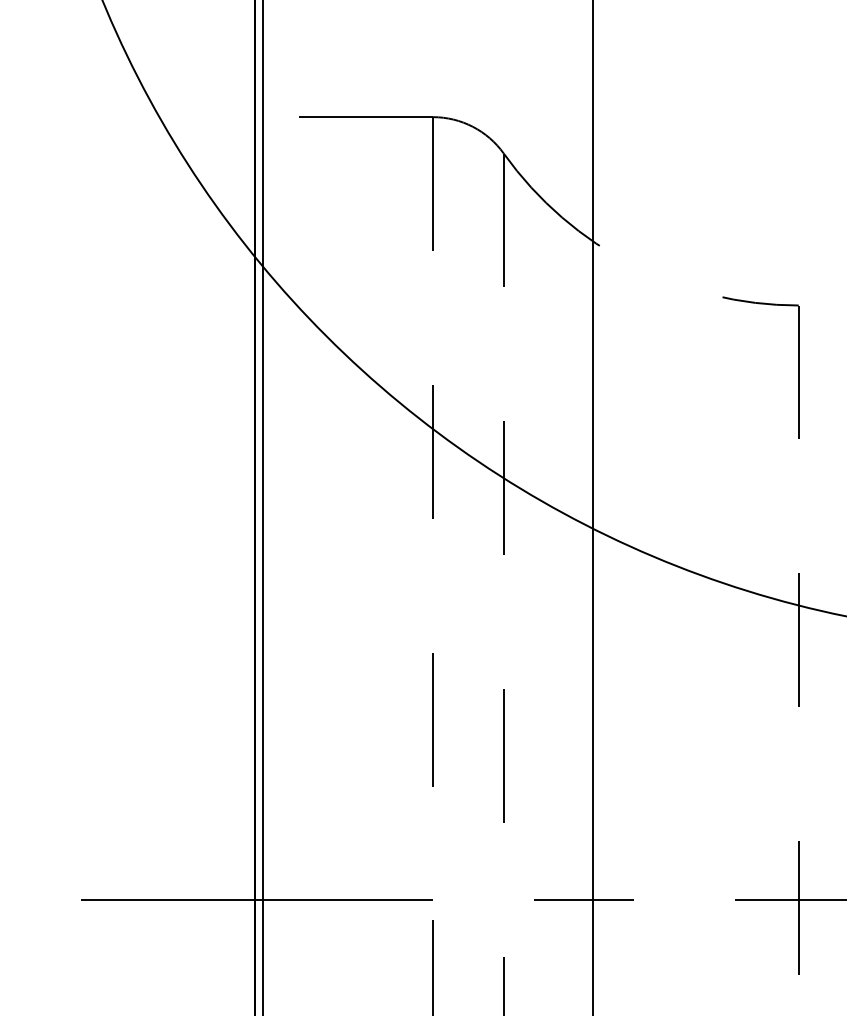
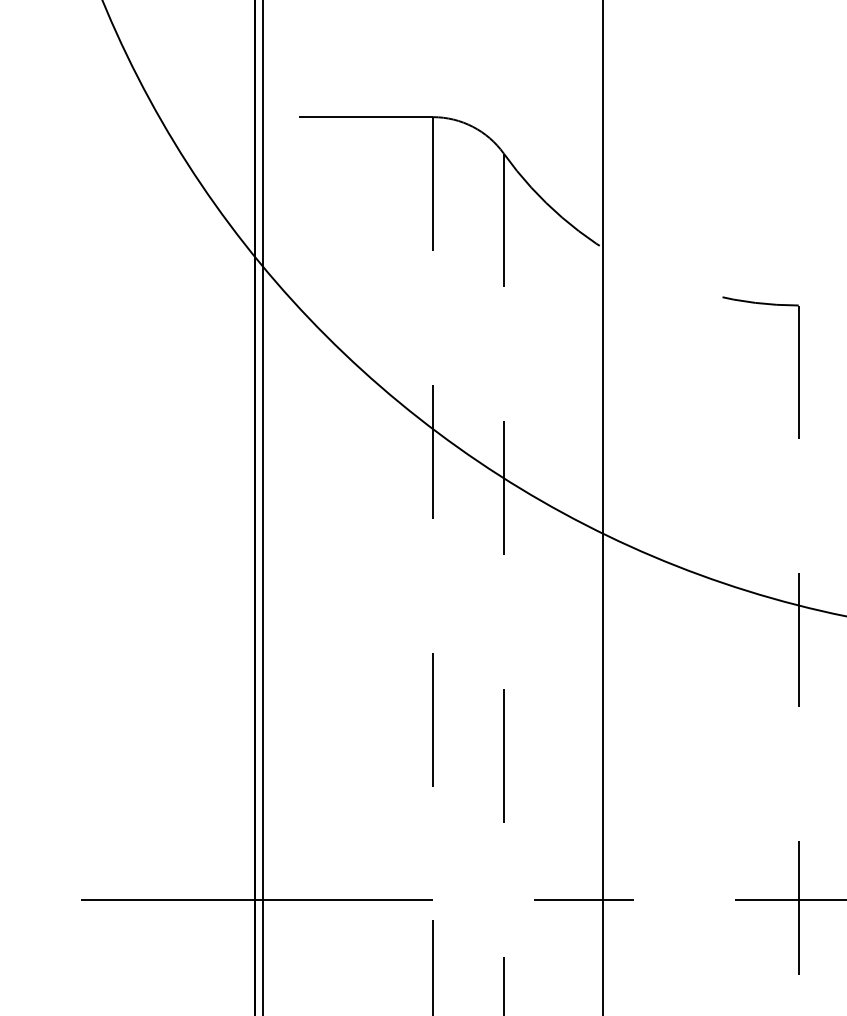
line at (592, 507) position: (592, 507) -> (602, 507)
